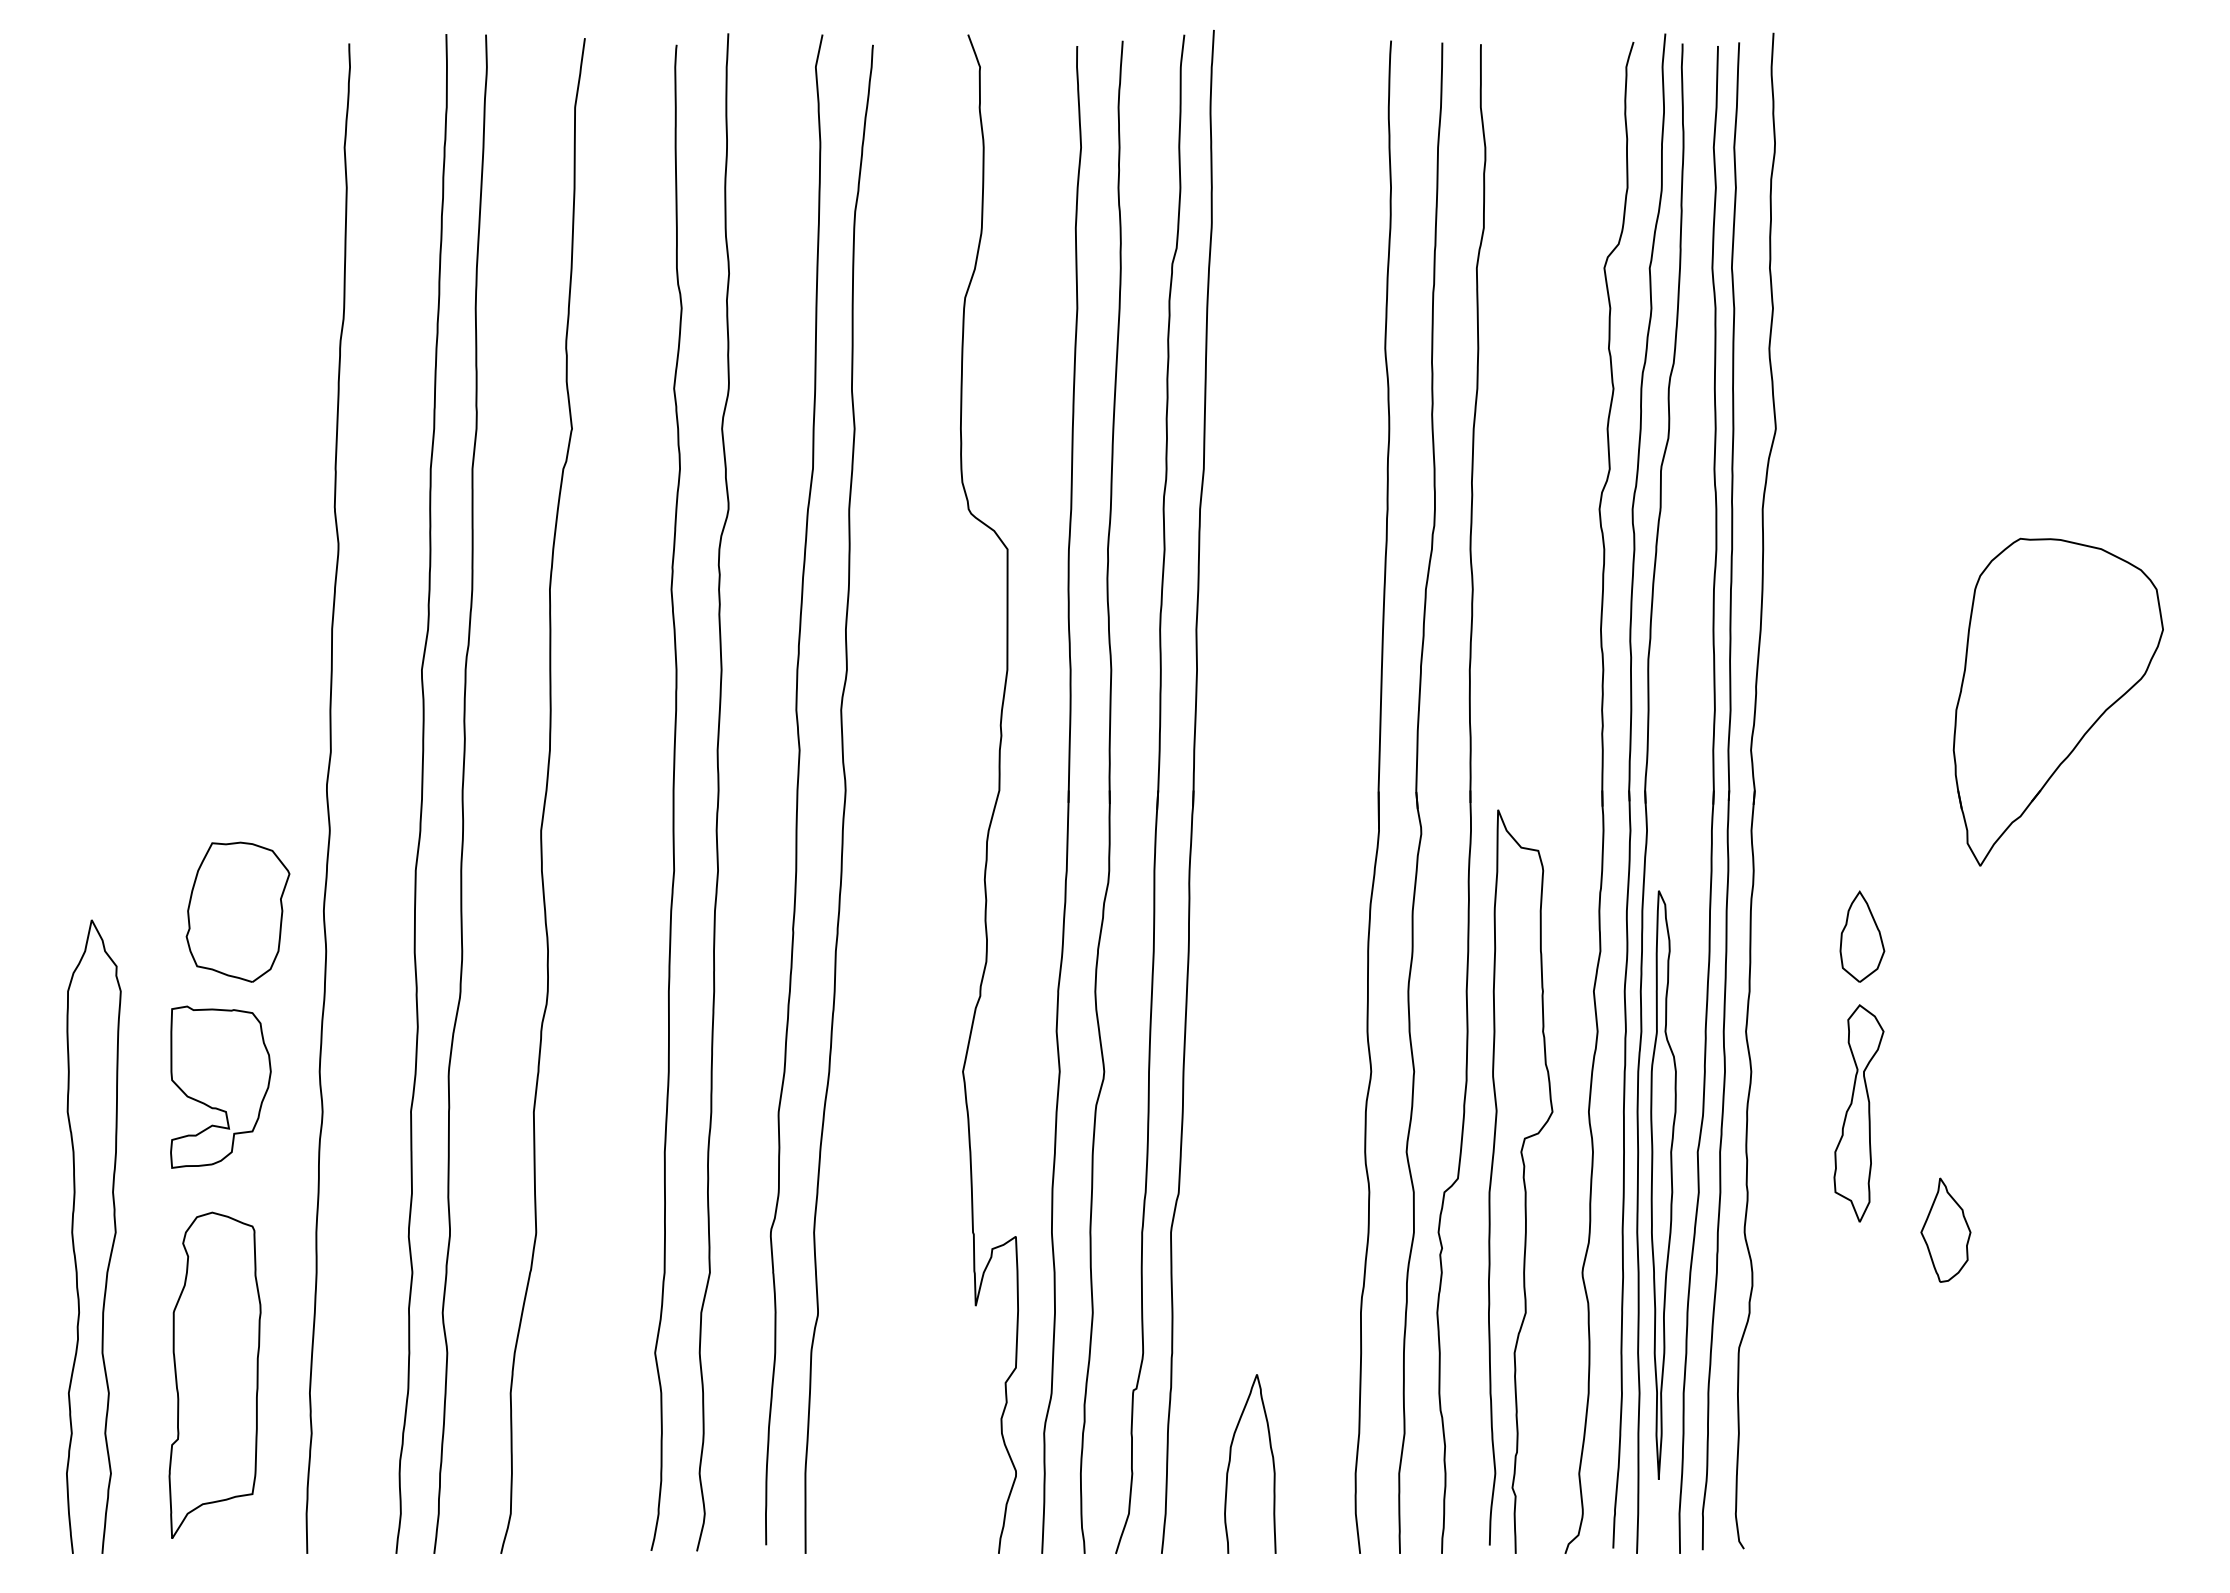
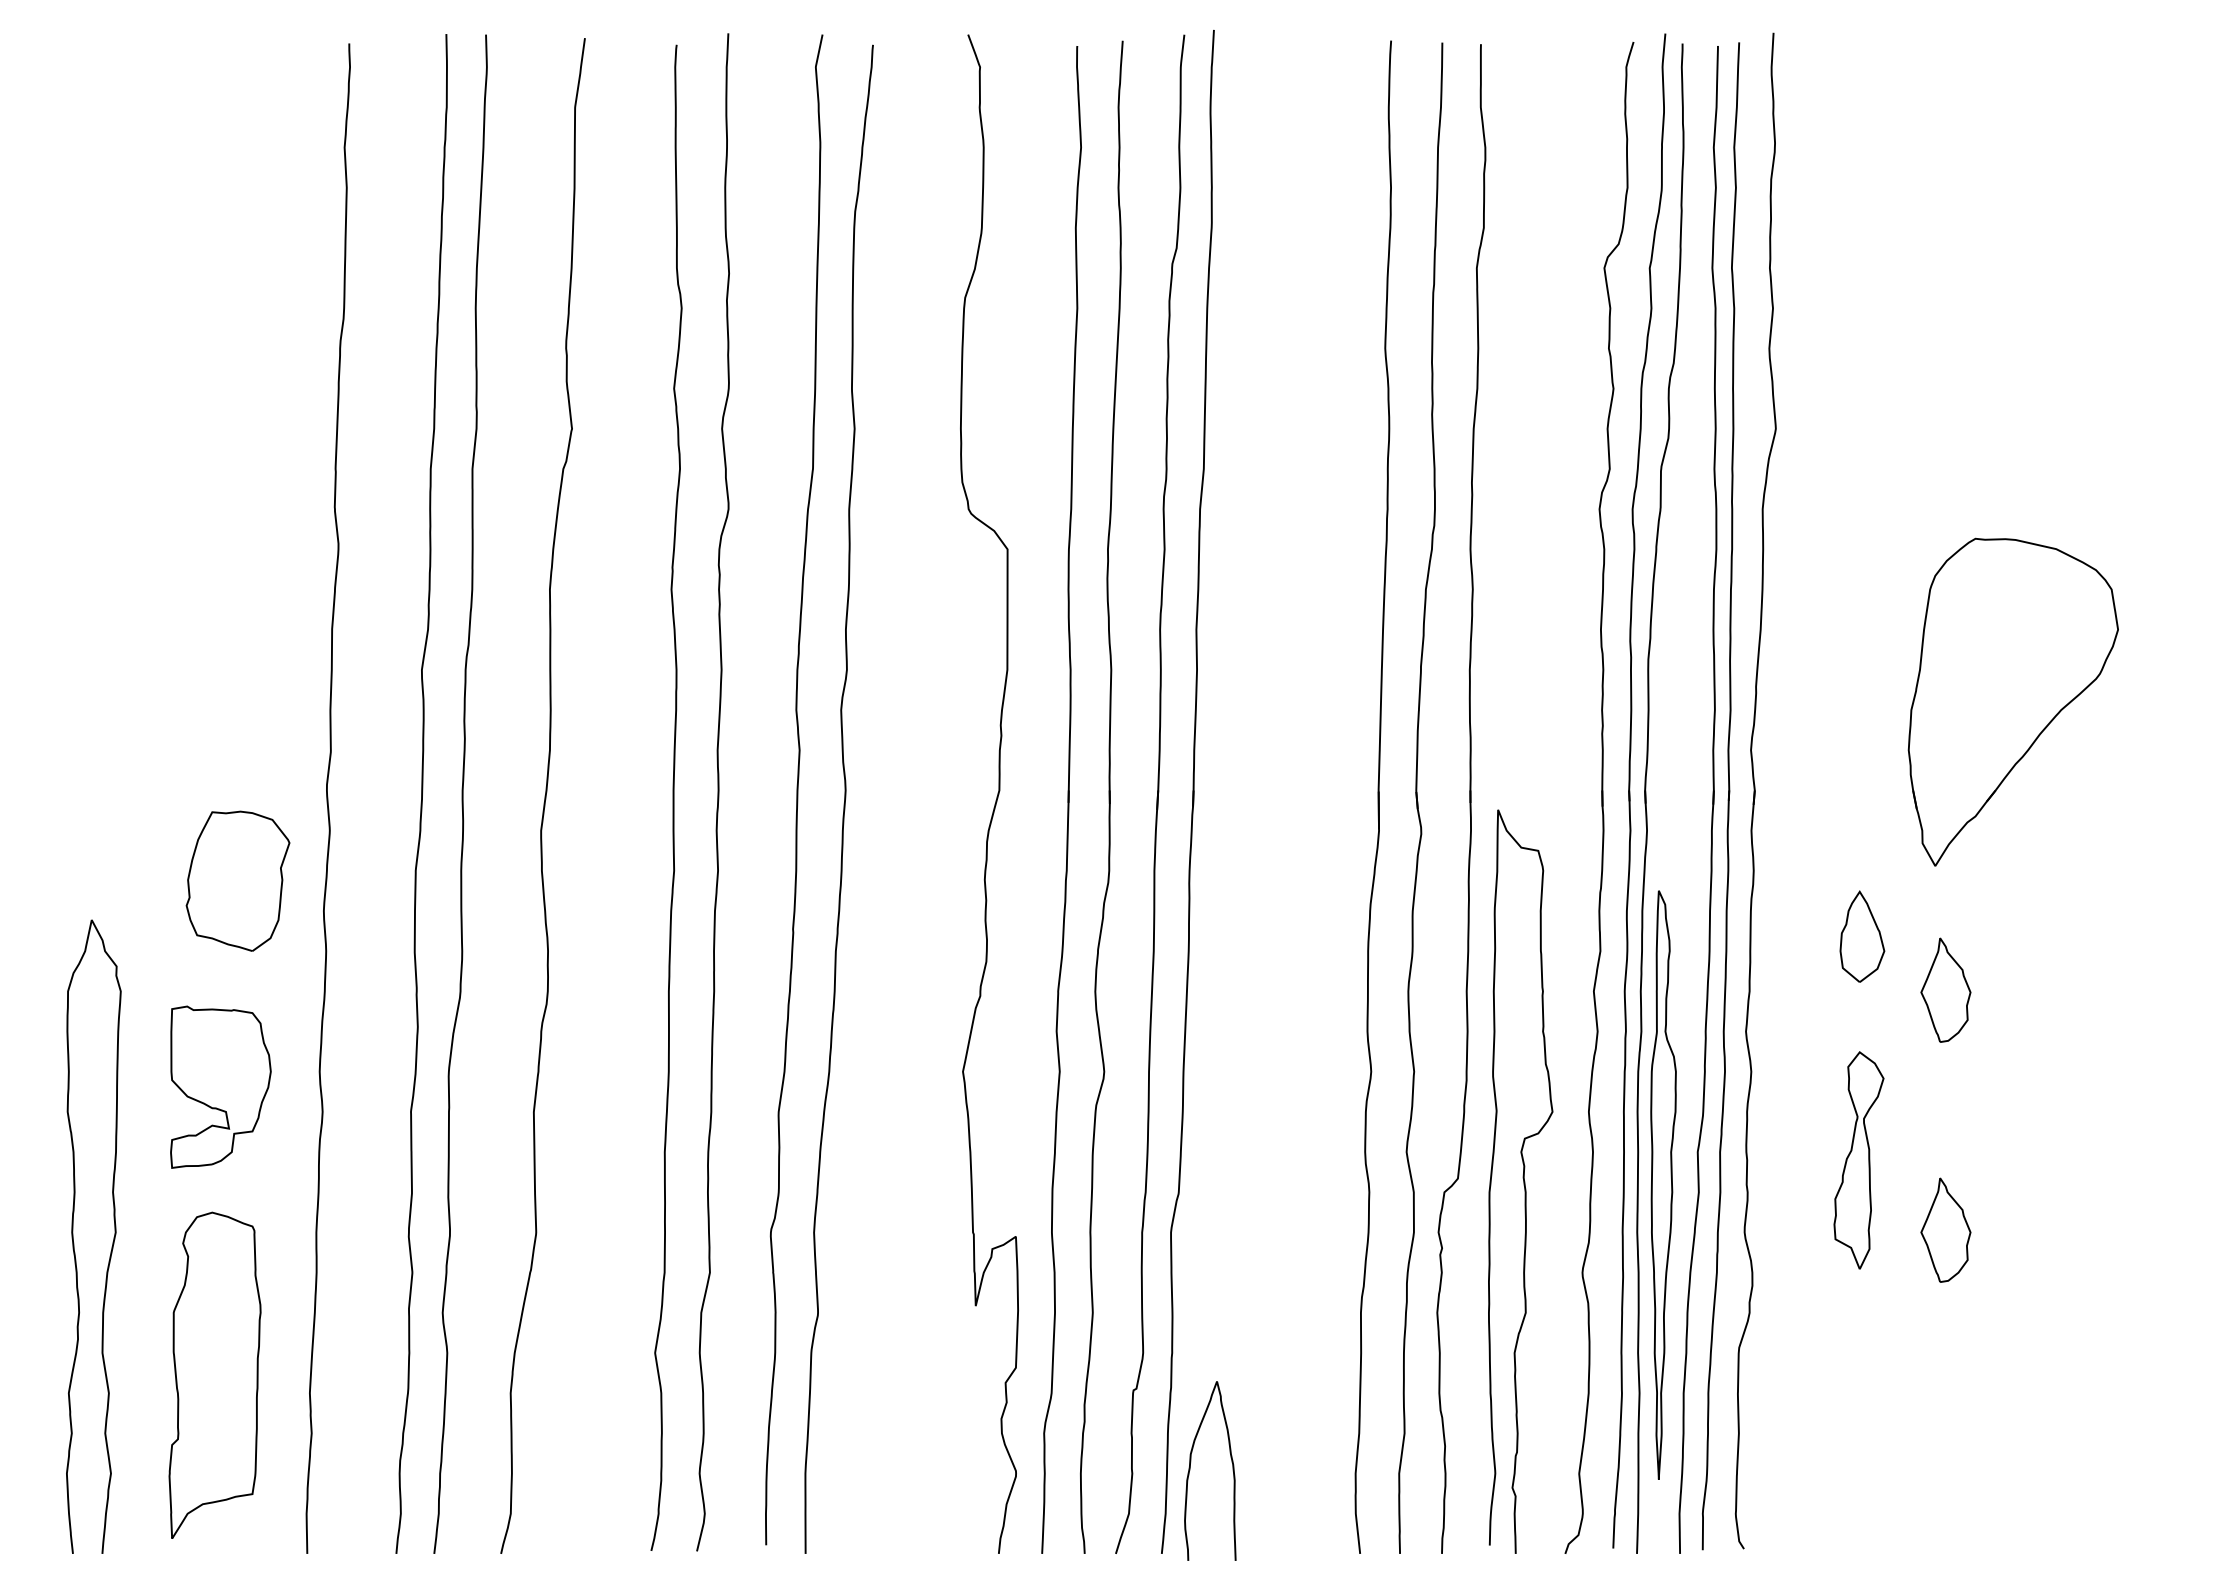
part at (2057, 701) position: (2057, 701) -> (2012, 701)
part at (237, 911) position: (237, 911) -> (237, 880)
part at (1945, 989): none -> present
part at (1858, 1113) position: (1858, 1113) -> (1858, 1160)
curve at (1230, 1463) position: (1230, 1463) -> (1190, 1470)
